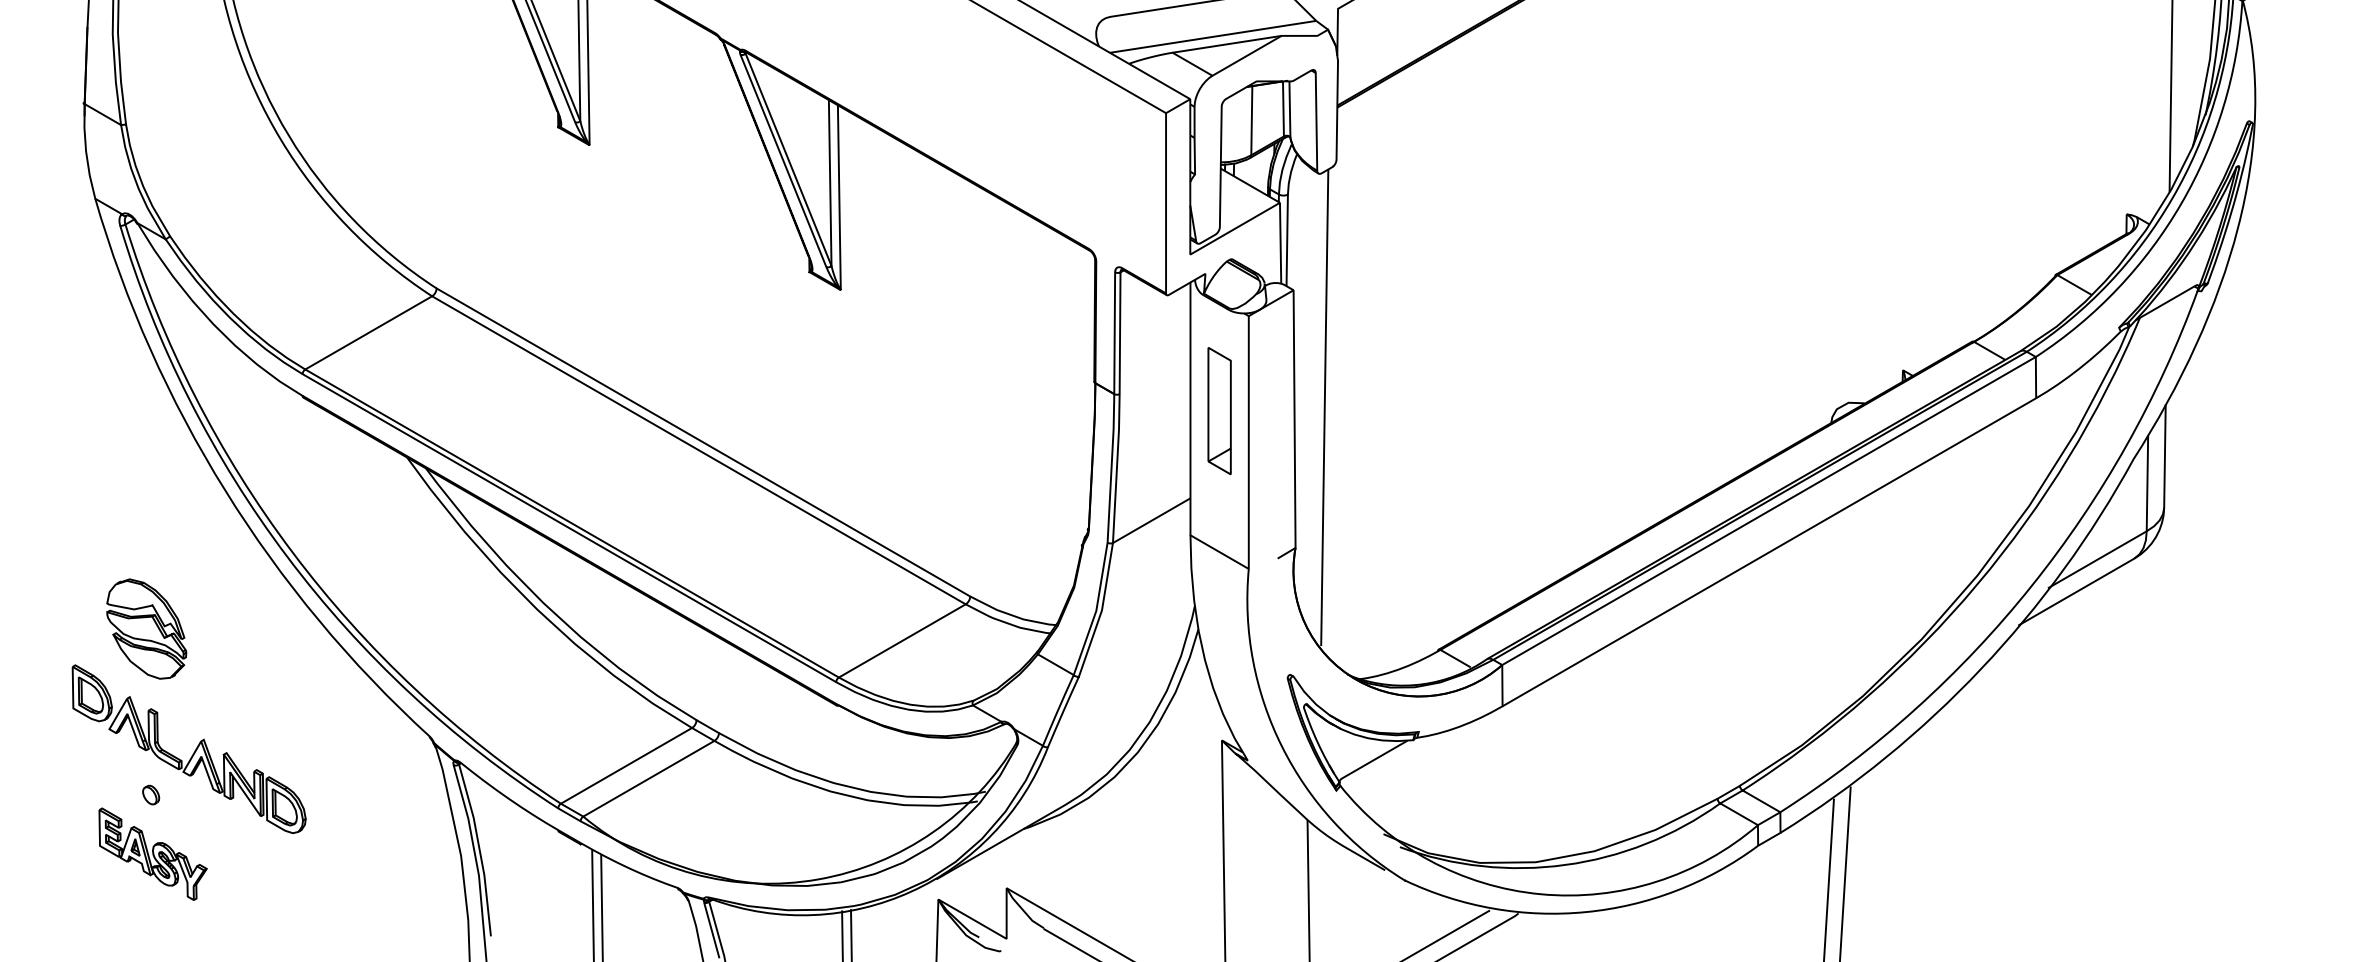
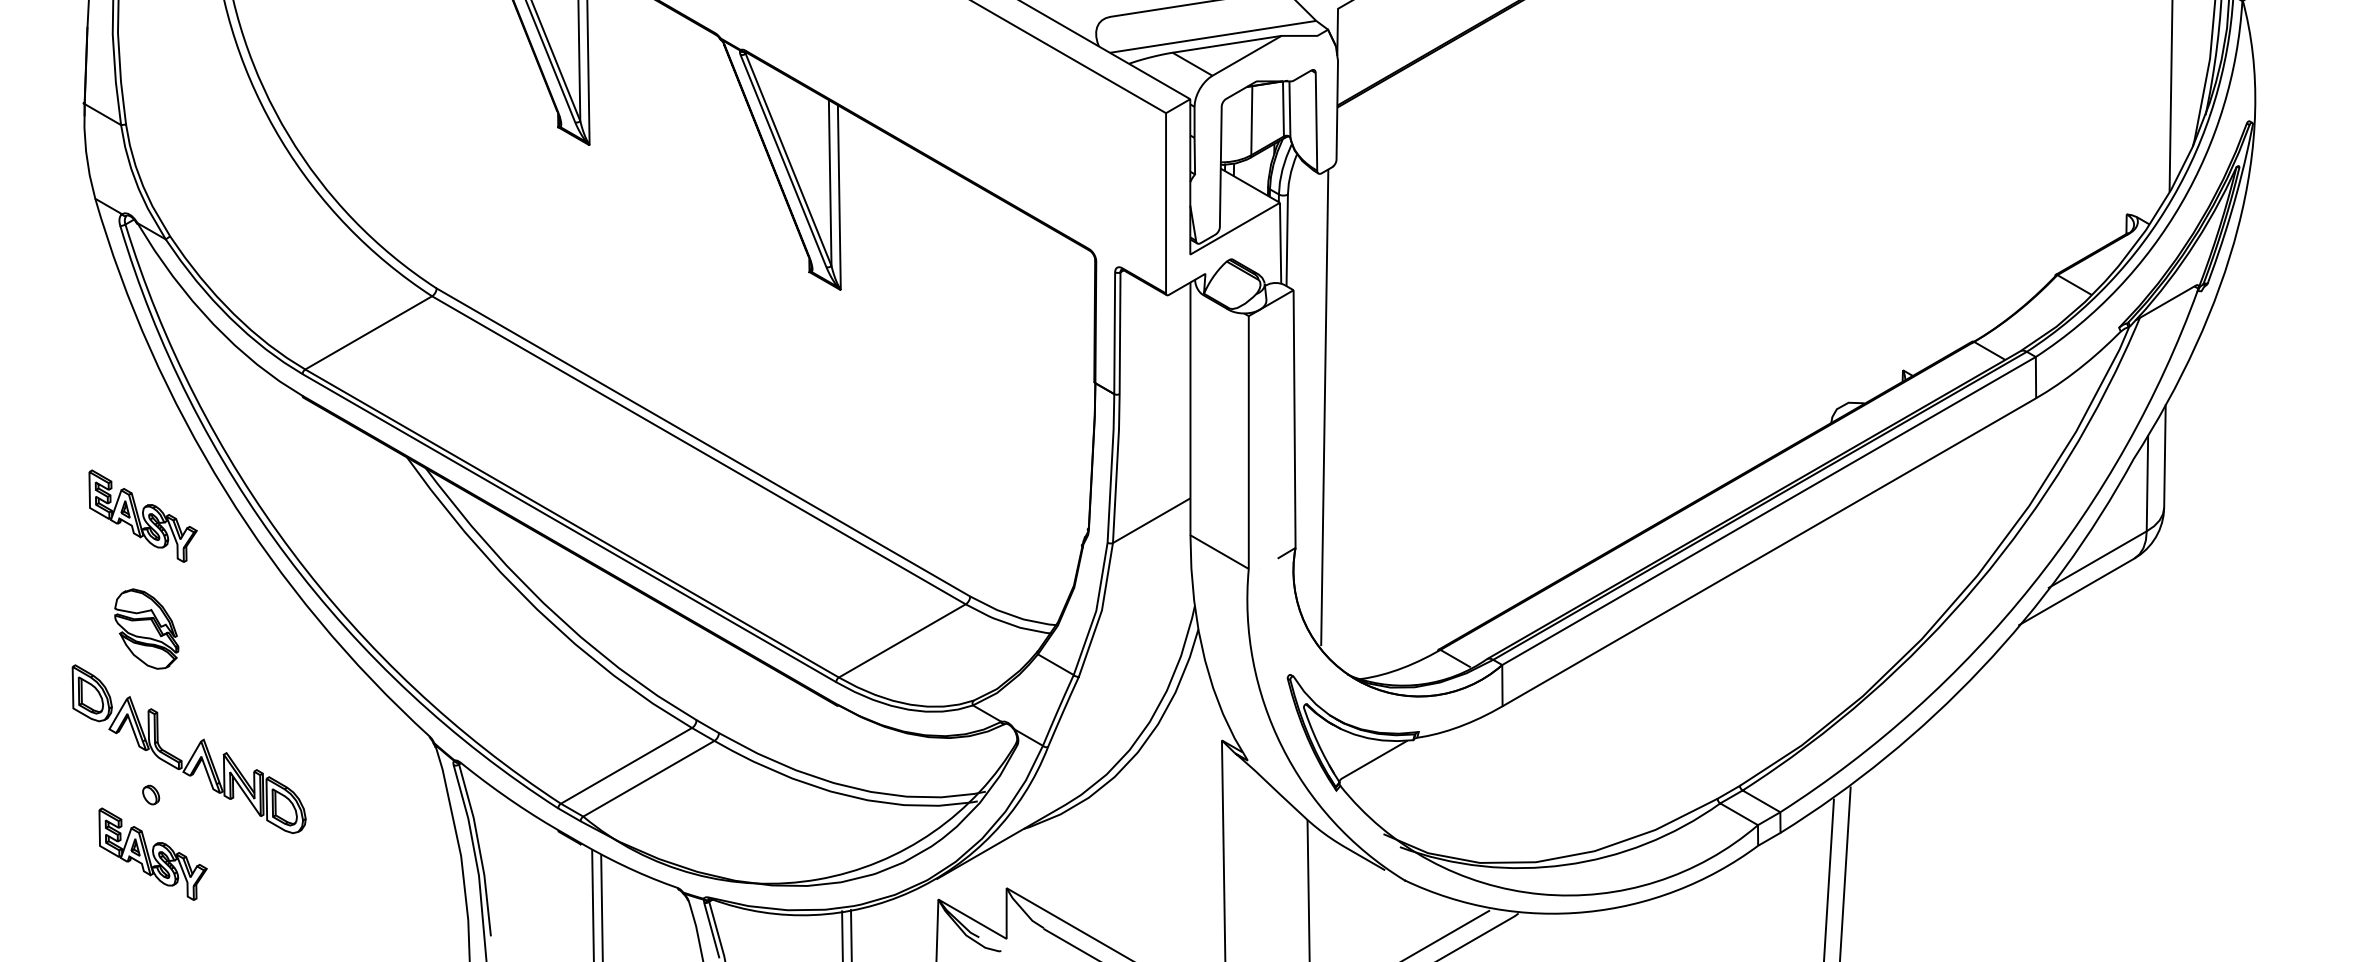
curve at (1209, 411): present -> none
part at (142, 515): none -> present
part at (146, 628) size: 82x102 px -> 66x82 px
